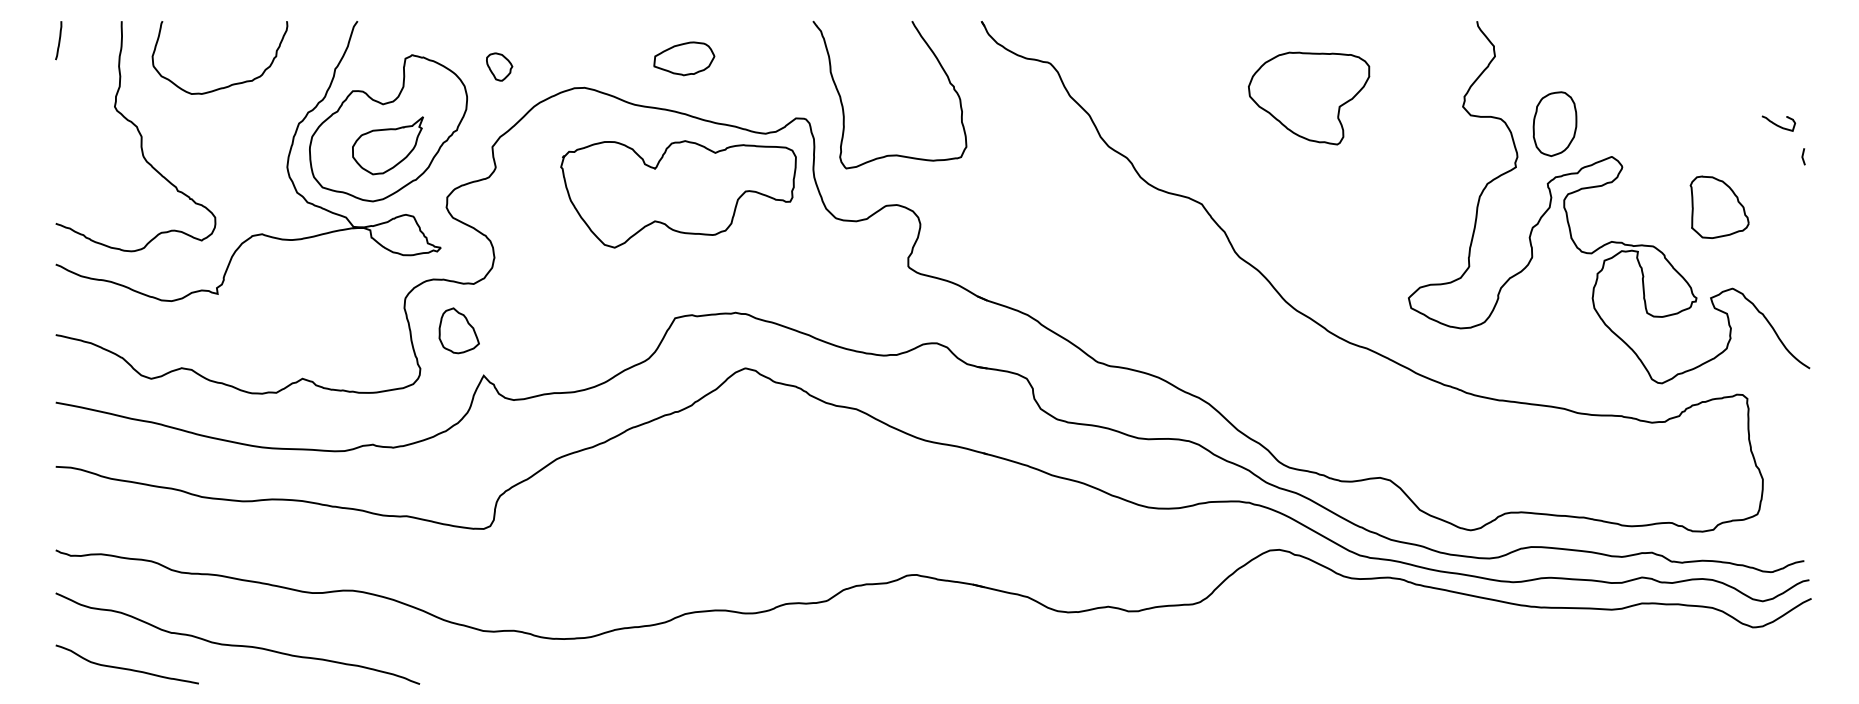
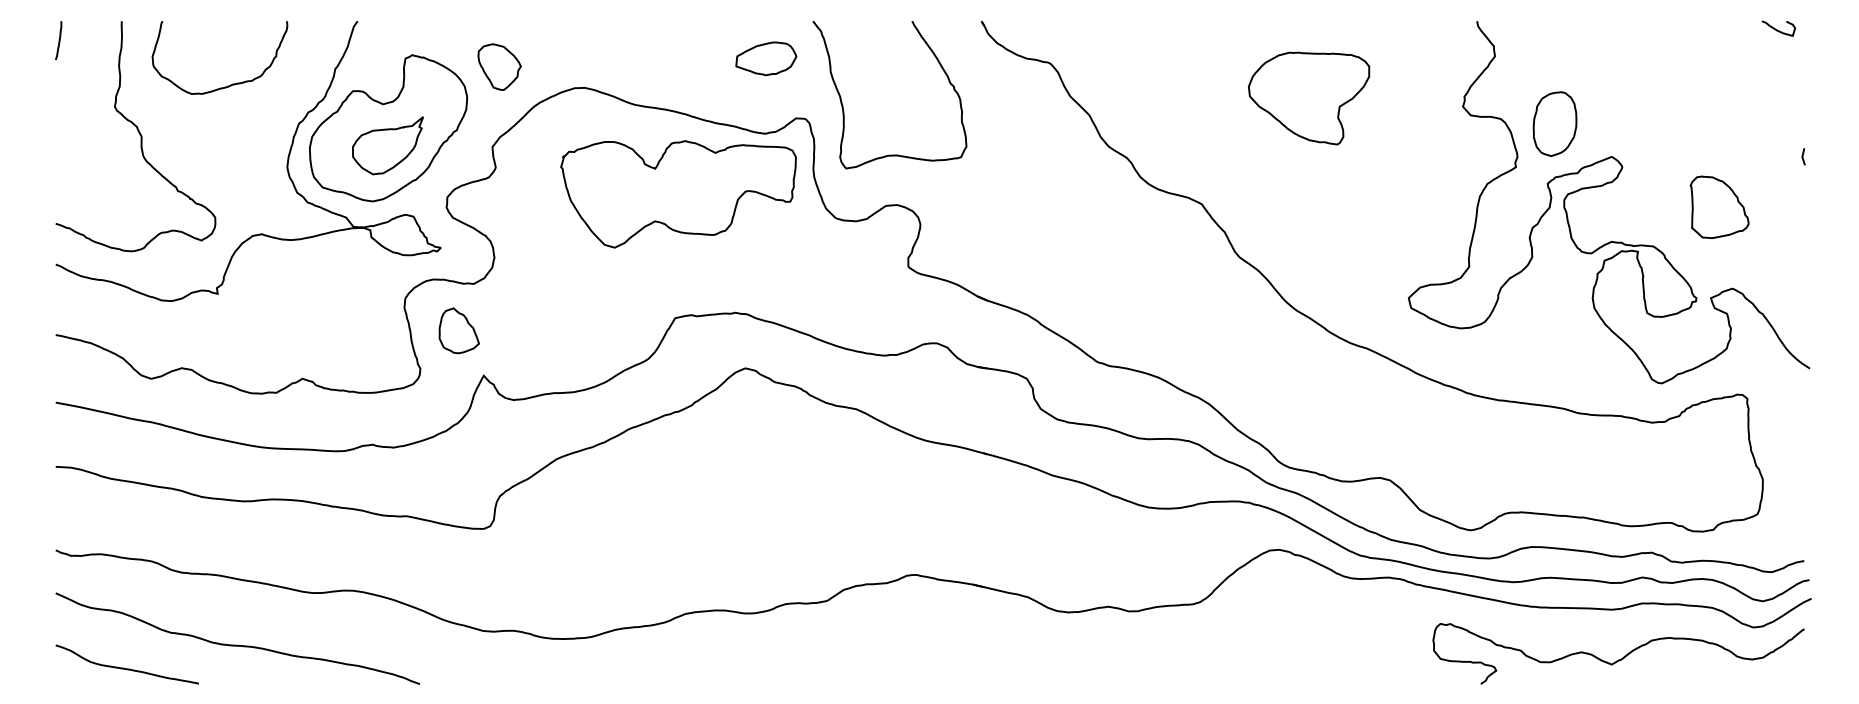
part at (684, 58) position: (684, 58) -> (766, 58)
part at (499, 66) size: 28x30 px -> 45x48 px
curve at (1777, 124) position: (1777, 124) -> (1777, 29)
curve at (1620, 658): none -> present
